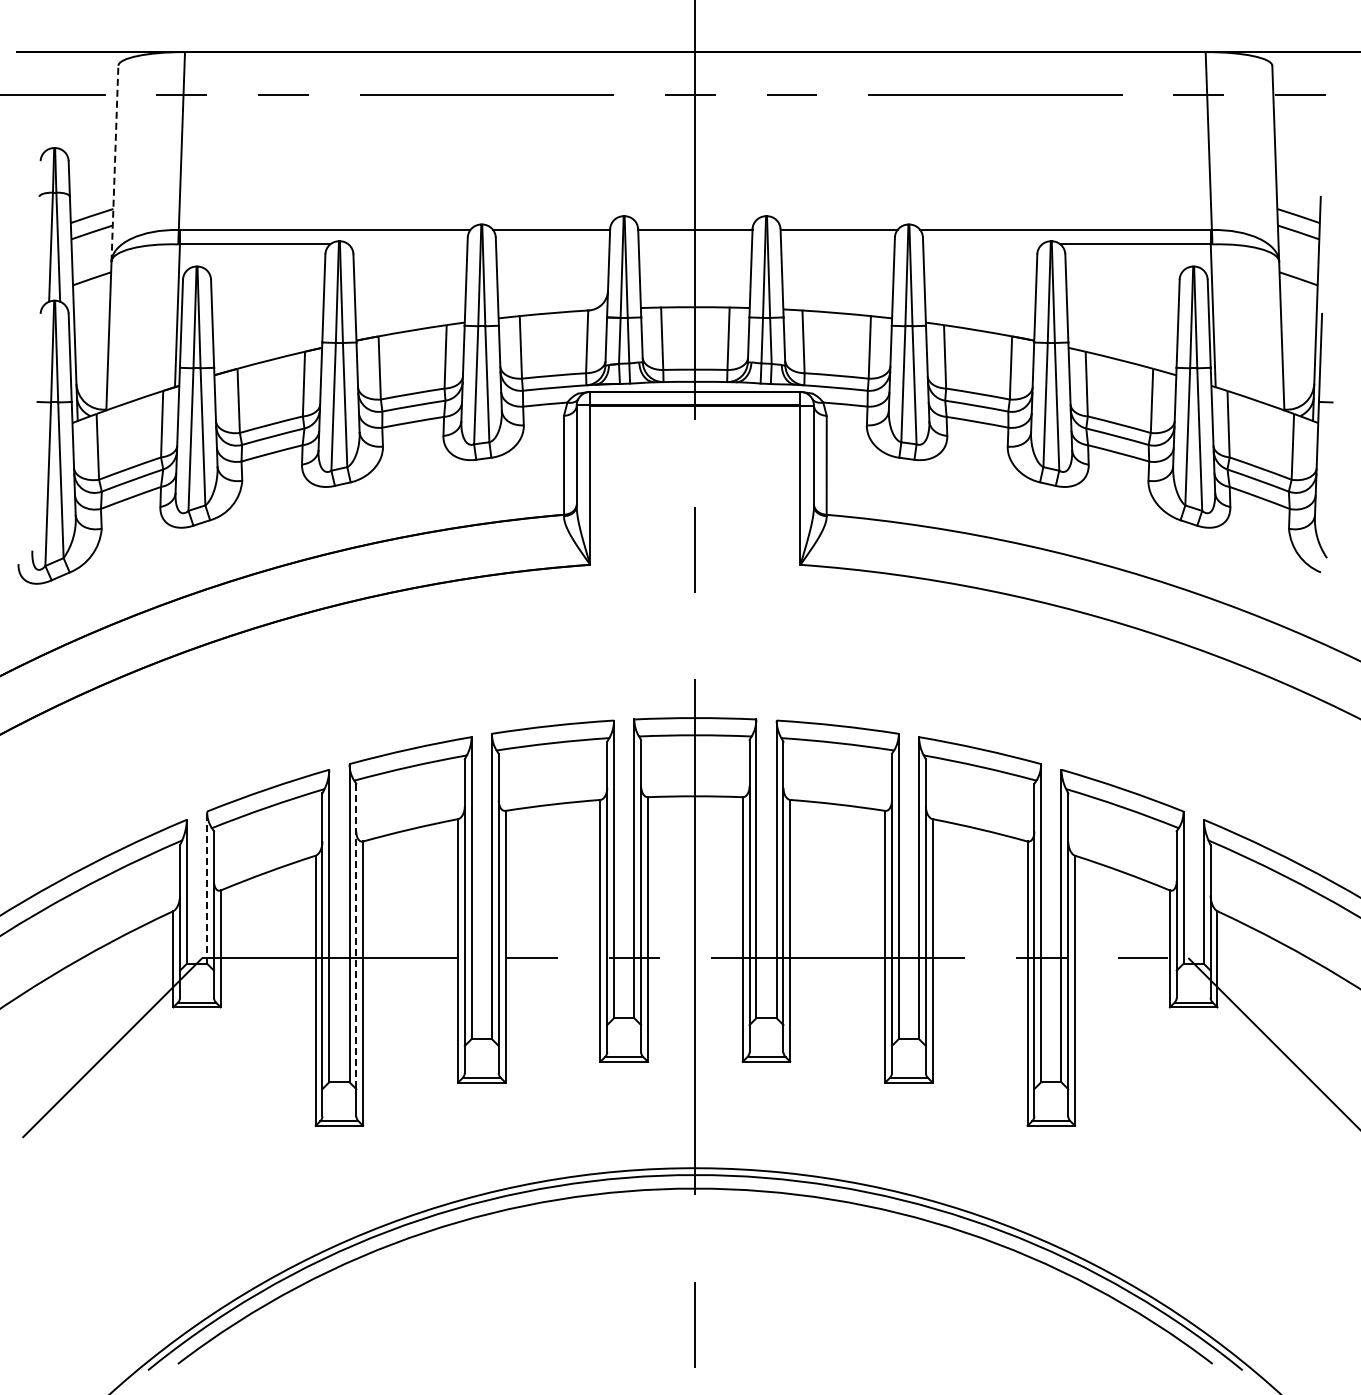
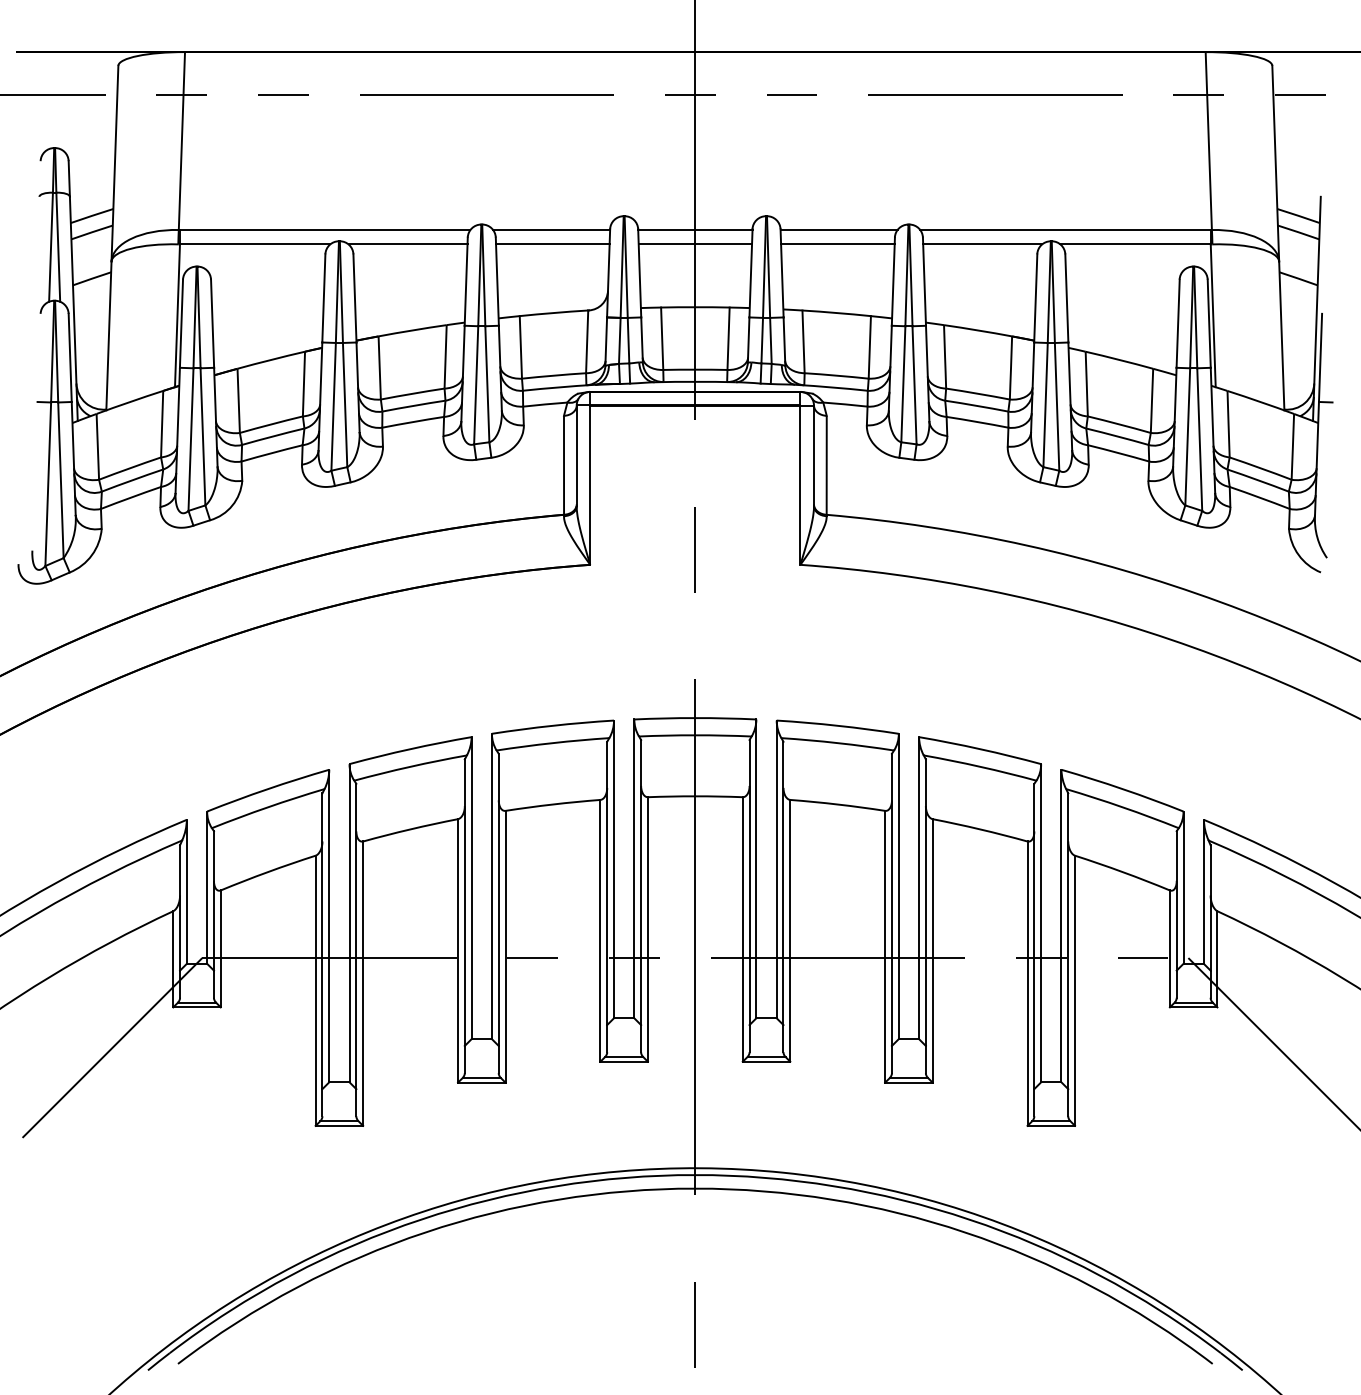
line at (114, 163): dashed -> solid
line at (407, 244): none -> present
line at (552, 244): none -> present
line at (695, 244): none -> present
line at (837, 244): none -> present
line at (982, 244): none -> present
line at (207, 887): dashed -> solid
line at (356, 936): dashed -> solid
